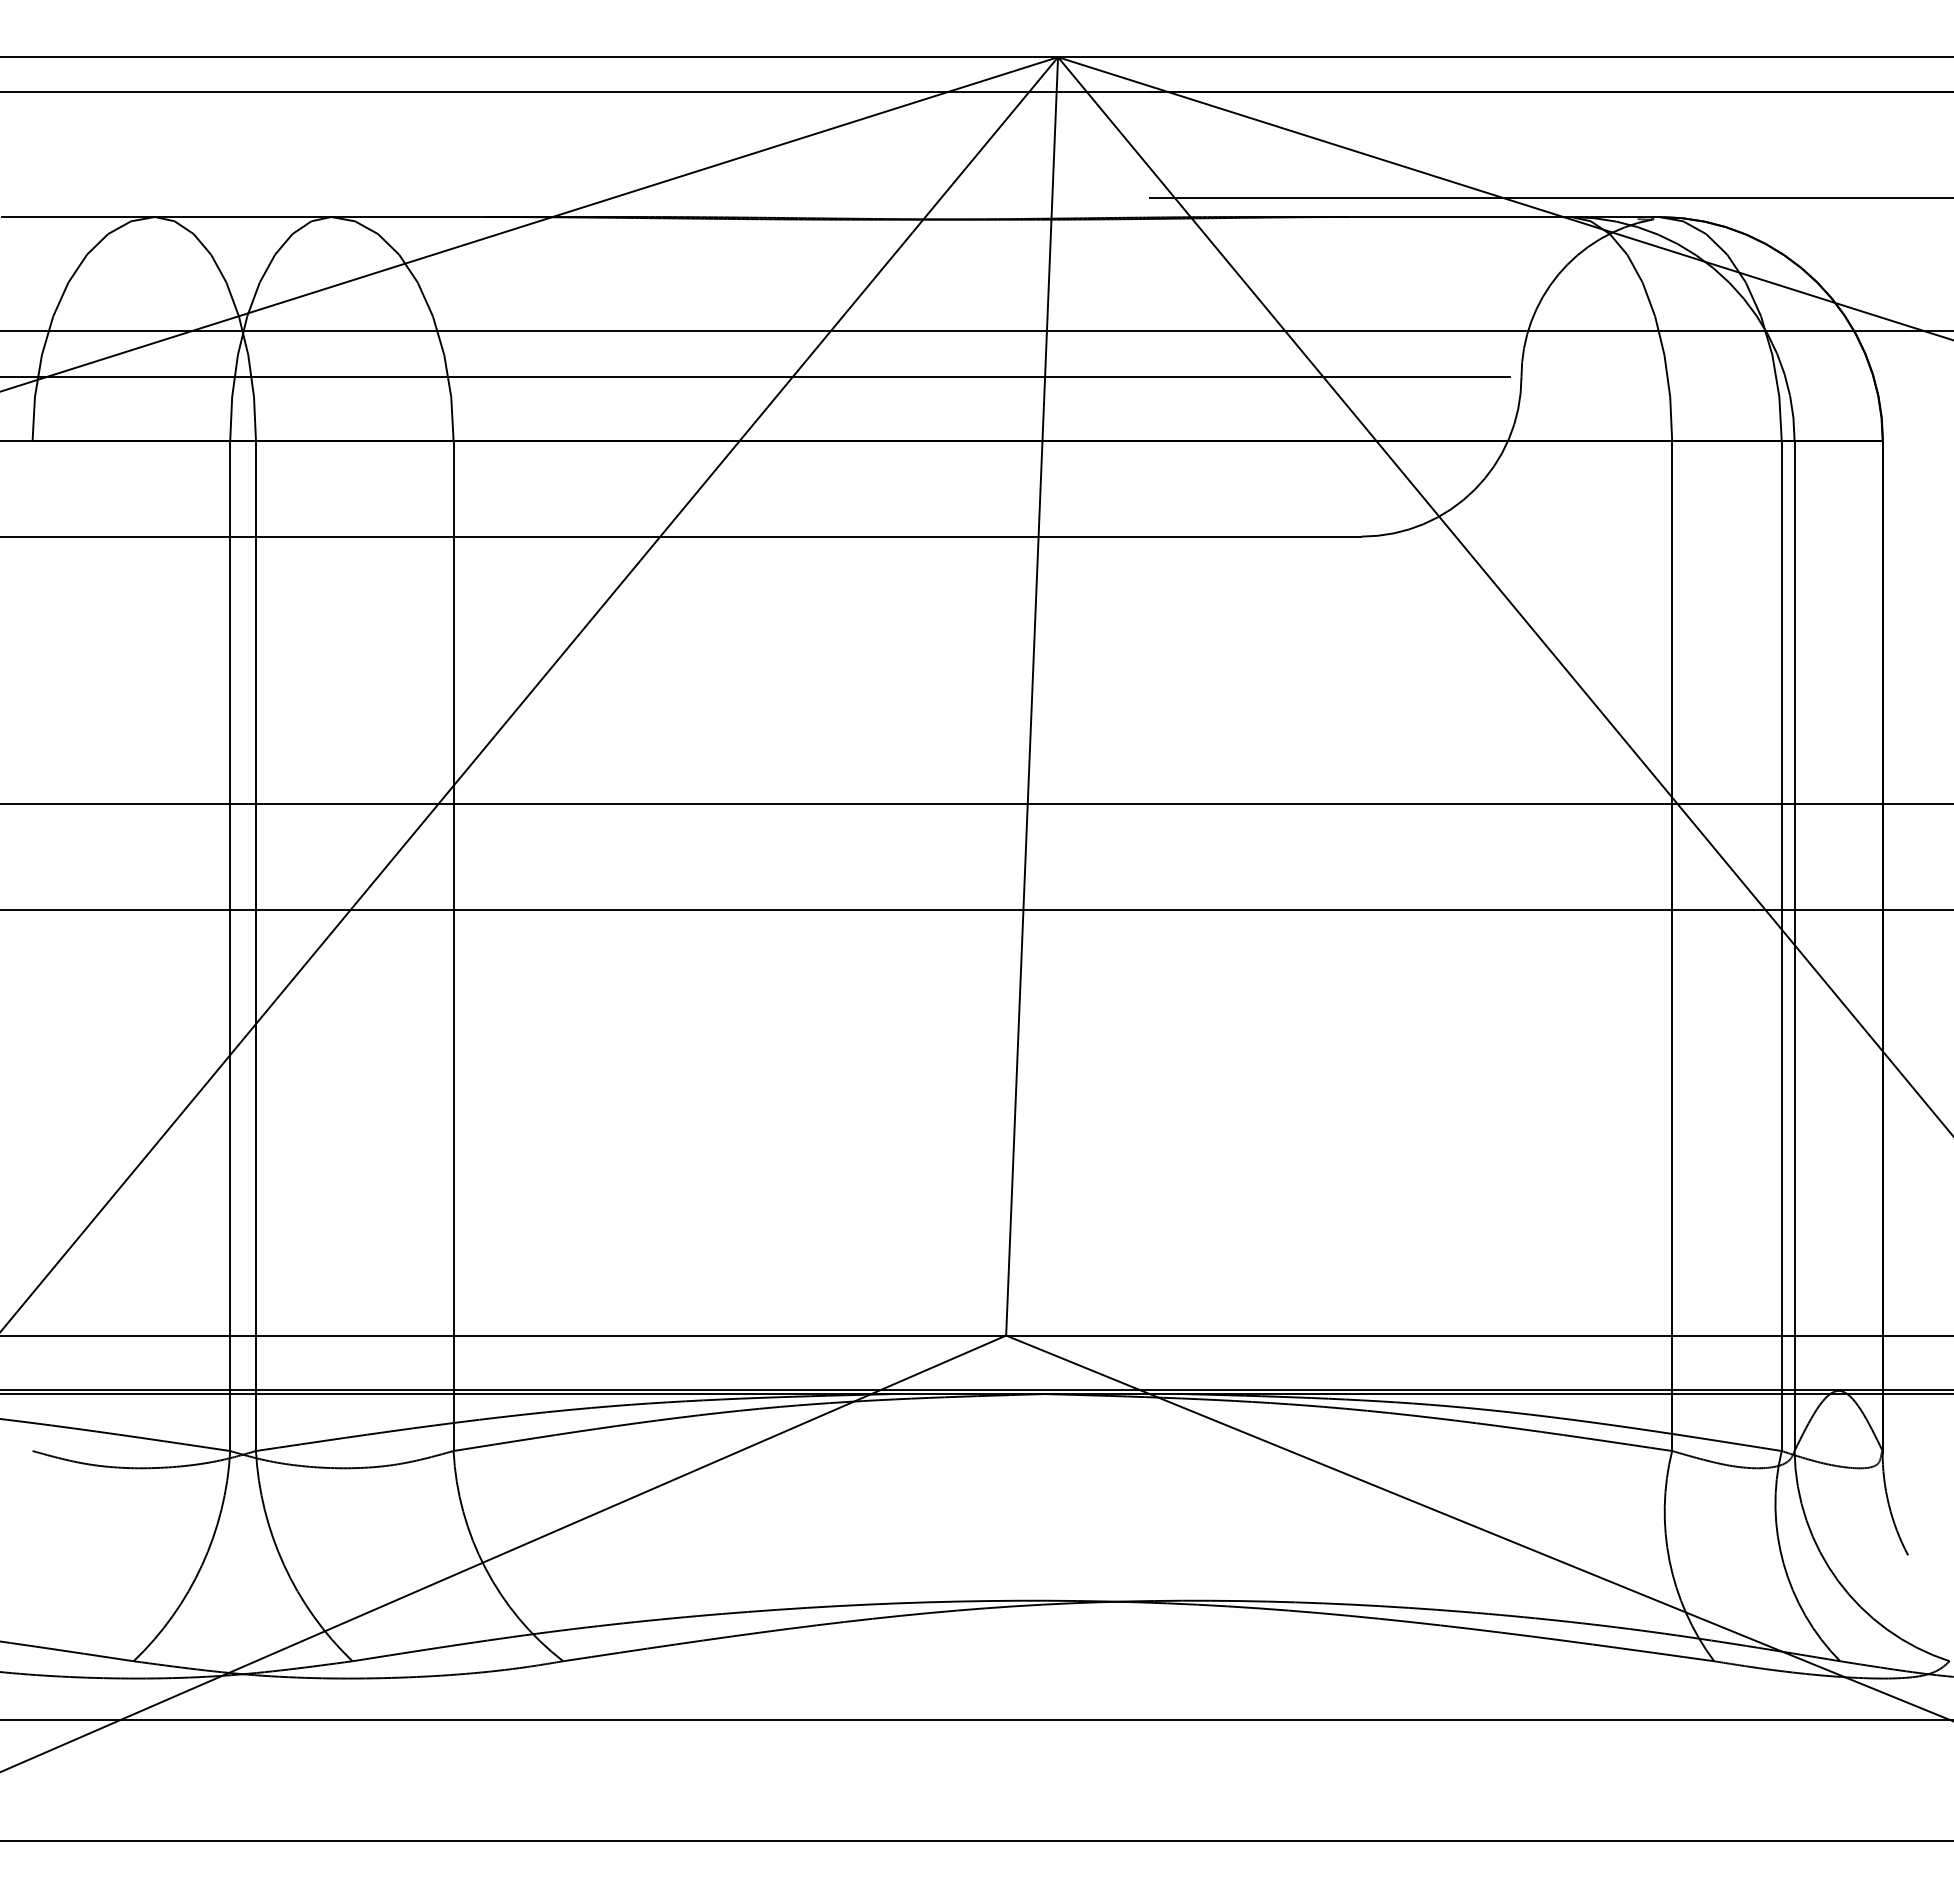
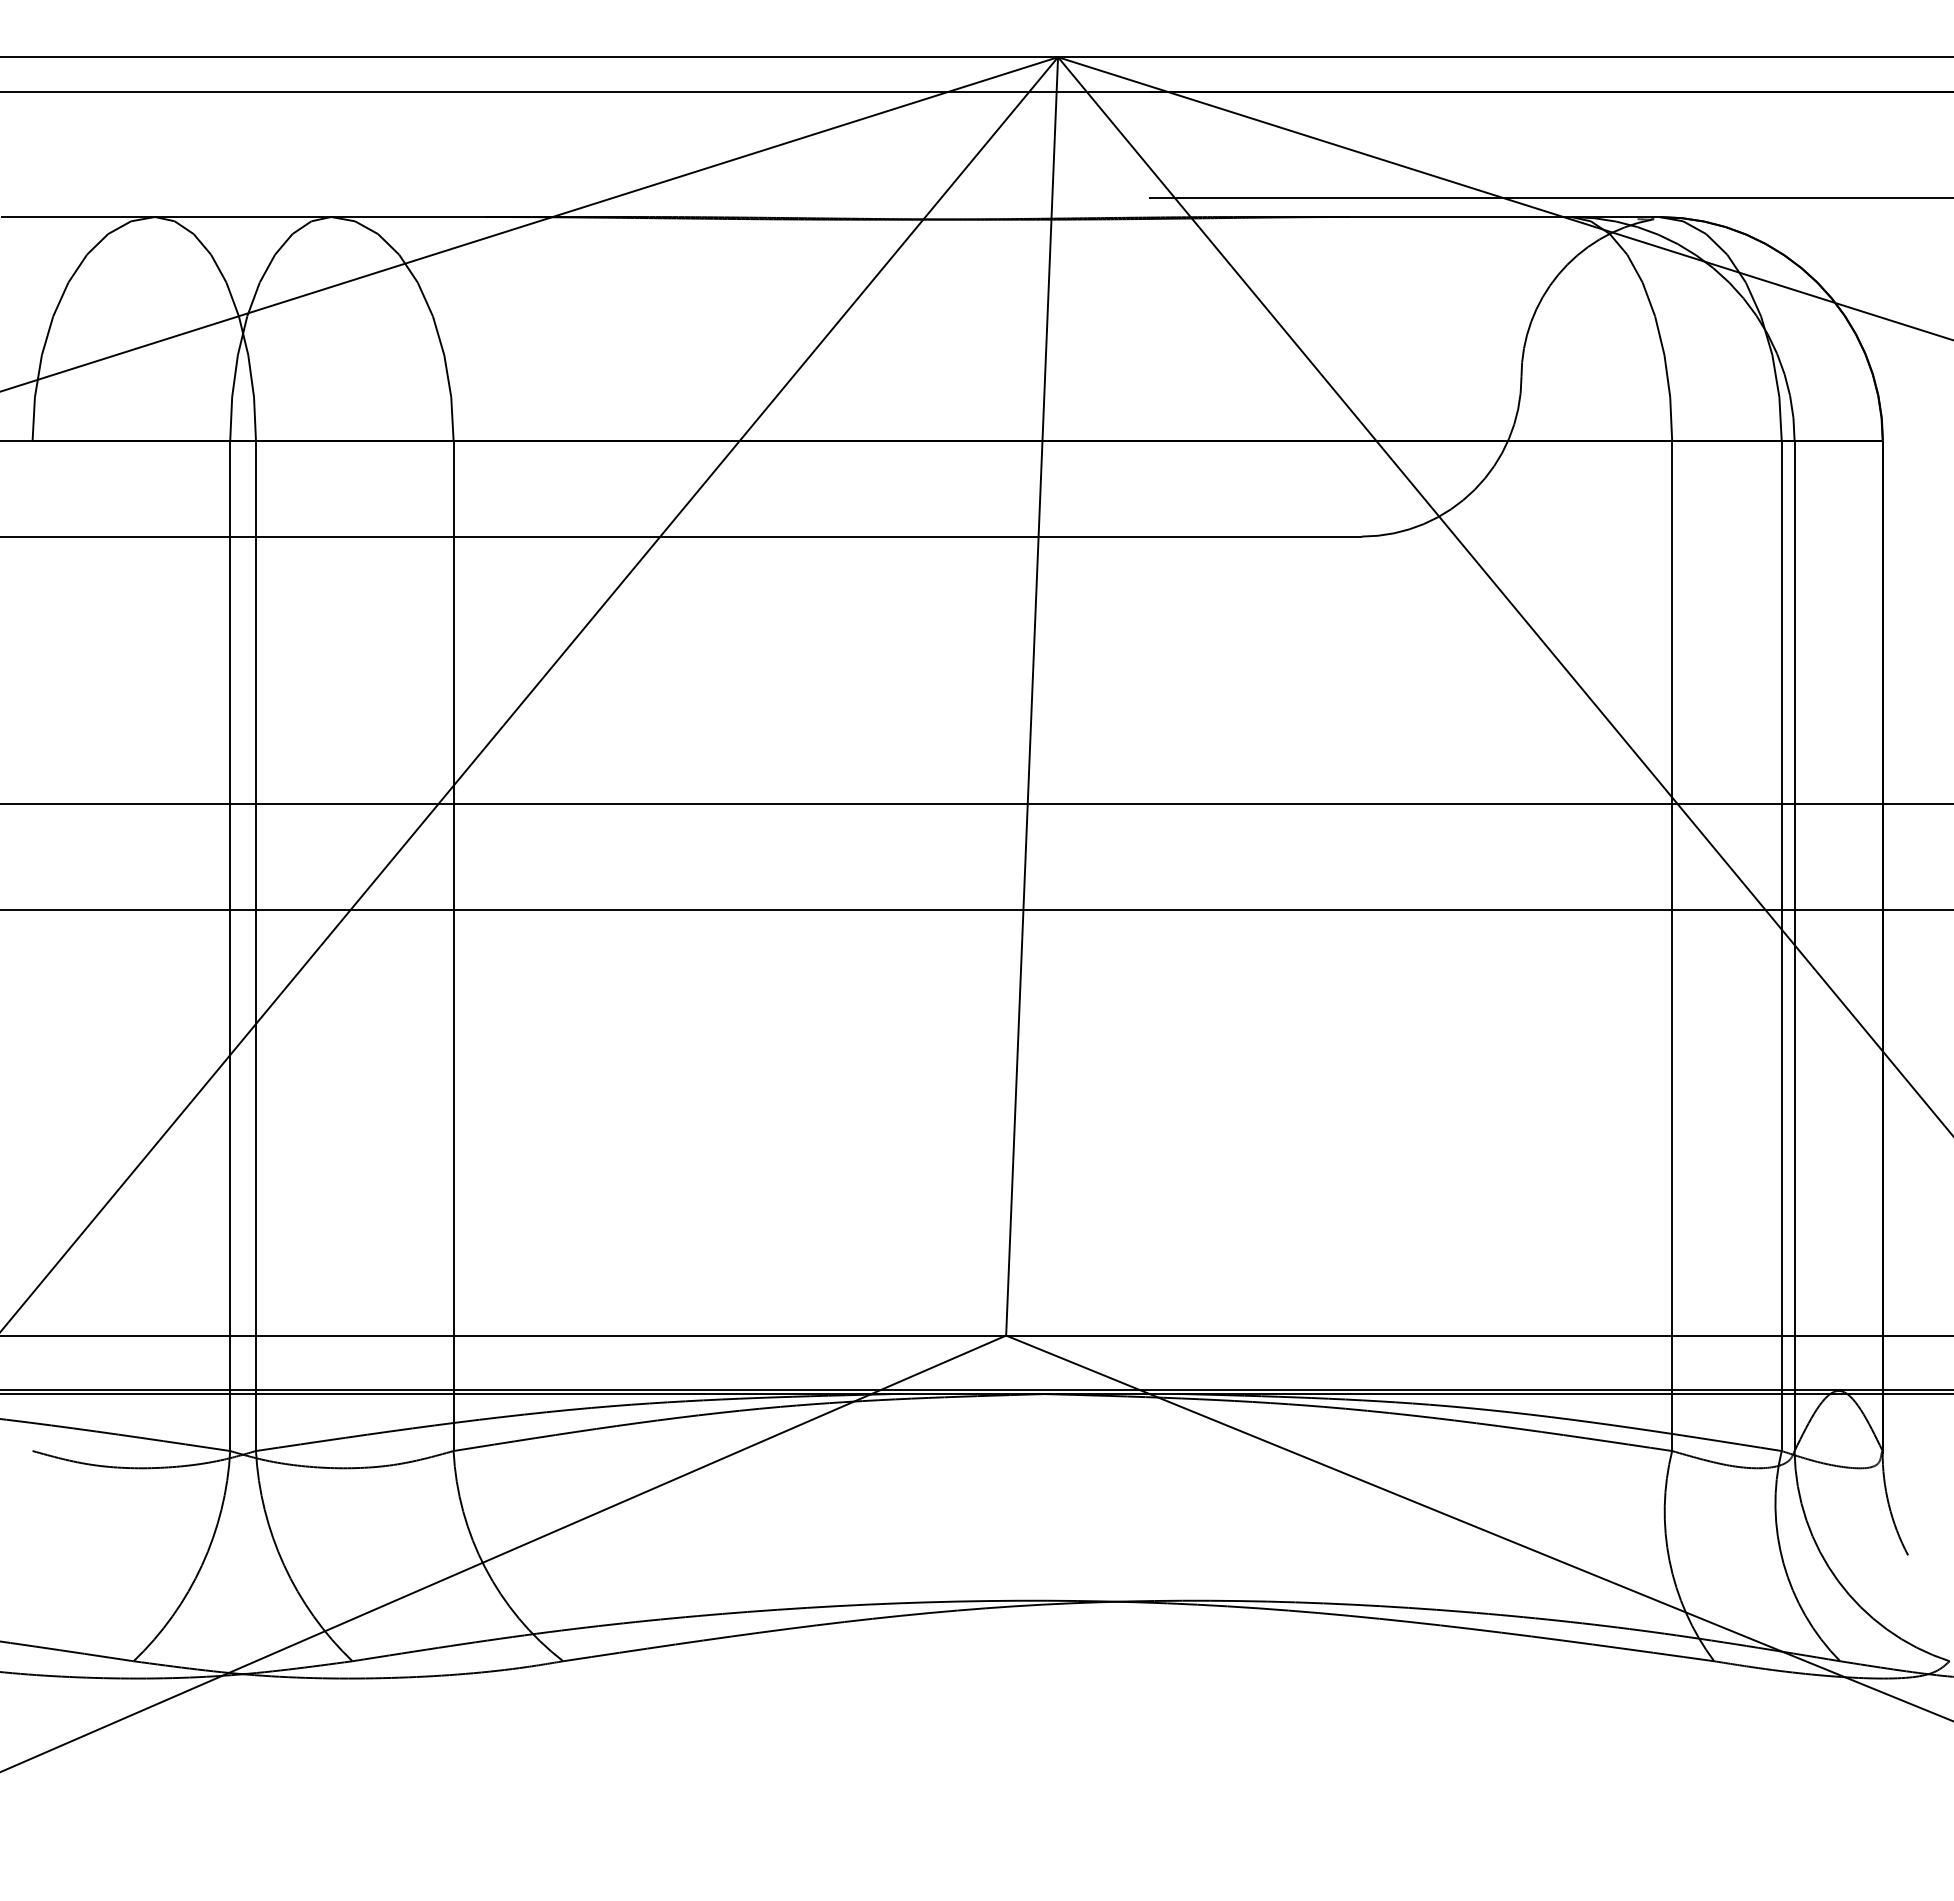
line at (976, 330): present -> none
line at (756, 376): present -> none
line at (976, 1720): present -> none
line at (976, 1840): present -> none
